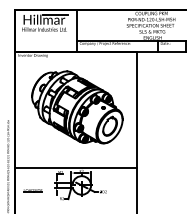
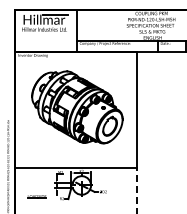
line at (32, 189) position: (32, 189) -> (36, 195)
line at (137, 190): solid -> dashed
